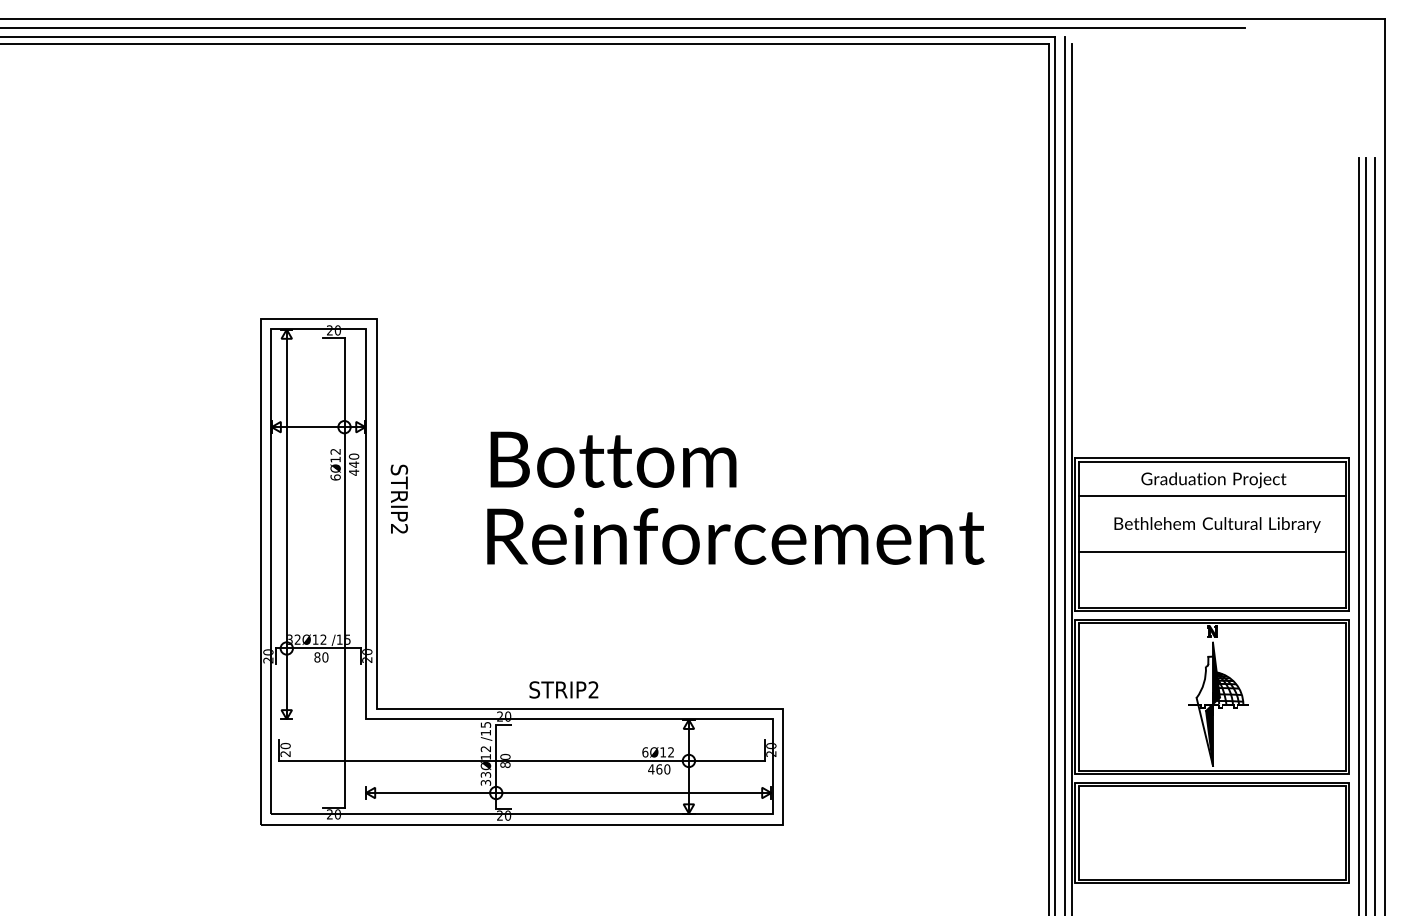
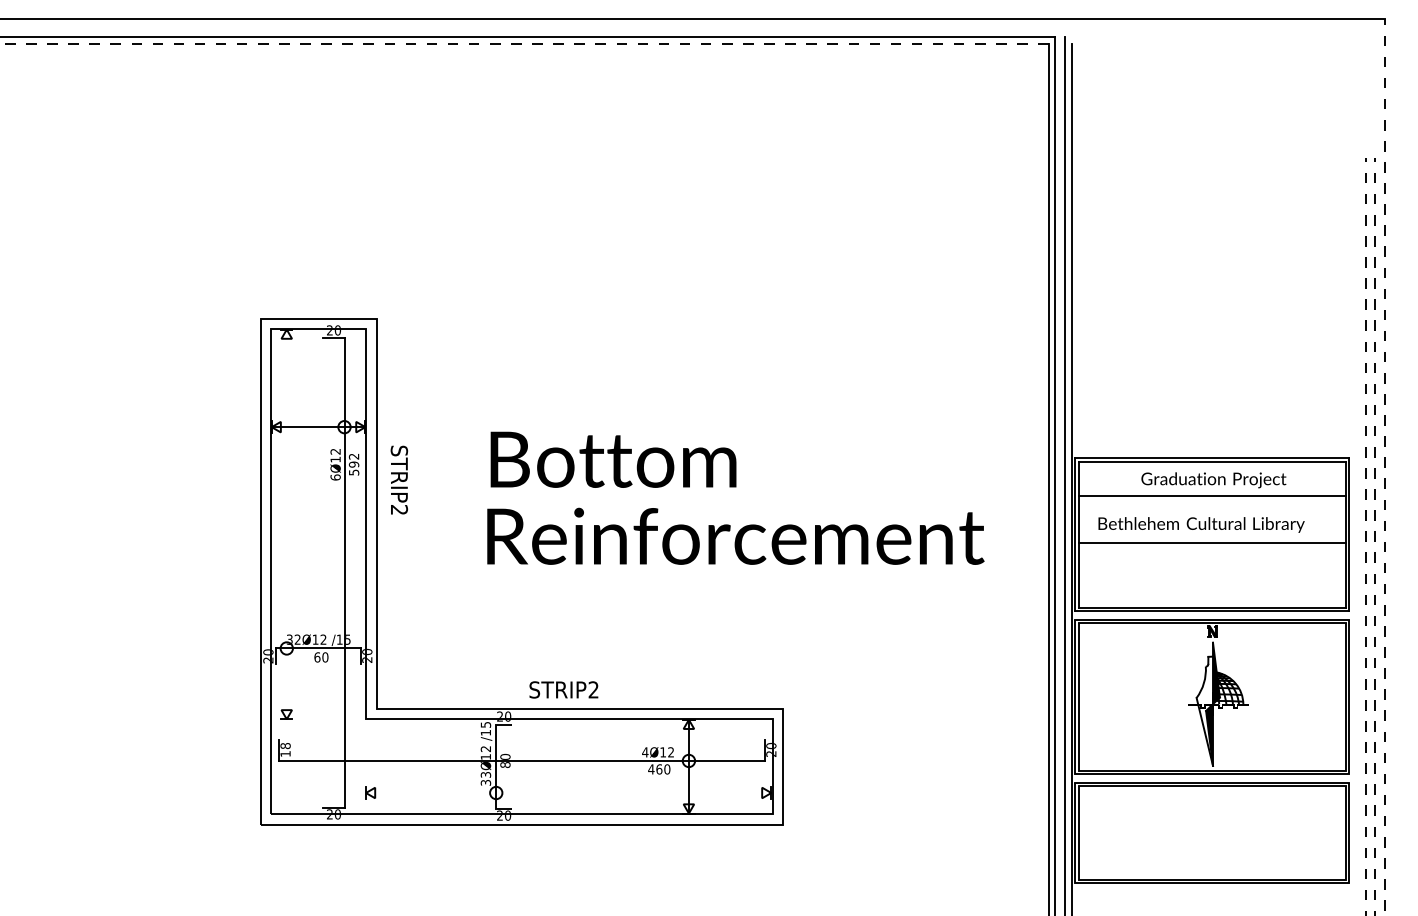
line at (623, 27): present -> none
line at (524, 44): solid -> dashed
text at (353, 464): 440 -> 592
line at (1385, 466): solid -> dashed
text at (399, 498) position: (399, 498) -> (399, 479)
line at (286, 524): present -> none
text at (1217, 524) position: (1217, 524) -> (1201, 524)
line at (1358, 534): present -> none
line at (1365, 536): solid -> dashed
line at (1375, 536): solid -> dashed
line at (1211, 551) position: (1211, 551) -> (1211, 542)
text at (317, 657): 80 -> 60
text at (285, 749): 20 -> 18
text at (645, 752): 6Ø12 -> 4Ø12
line at (568, 793): present -> none
